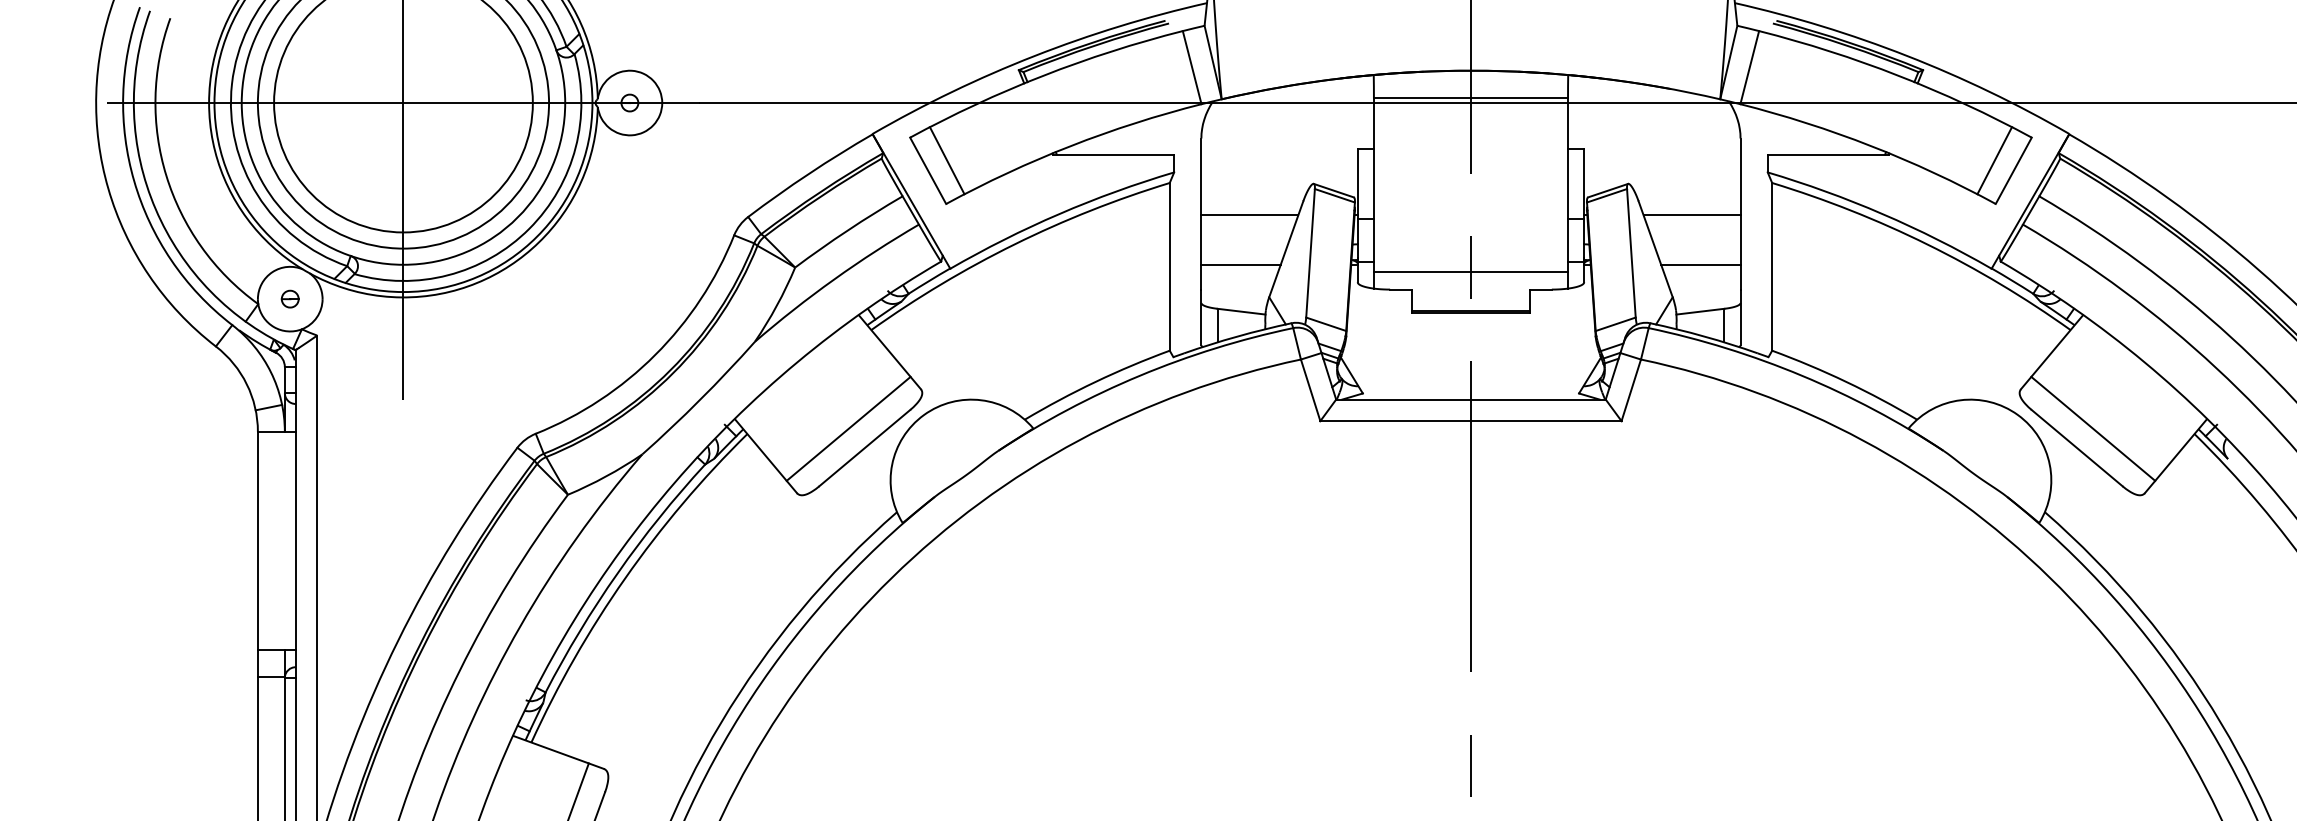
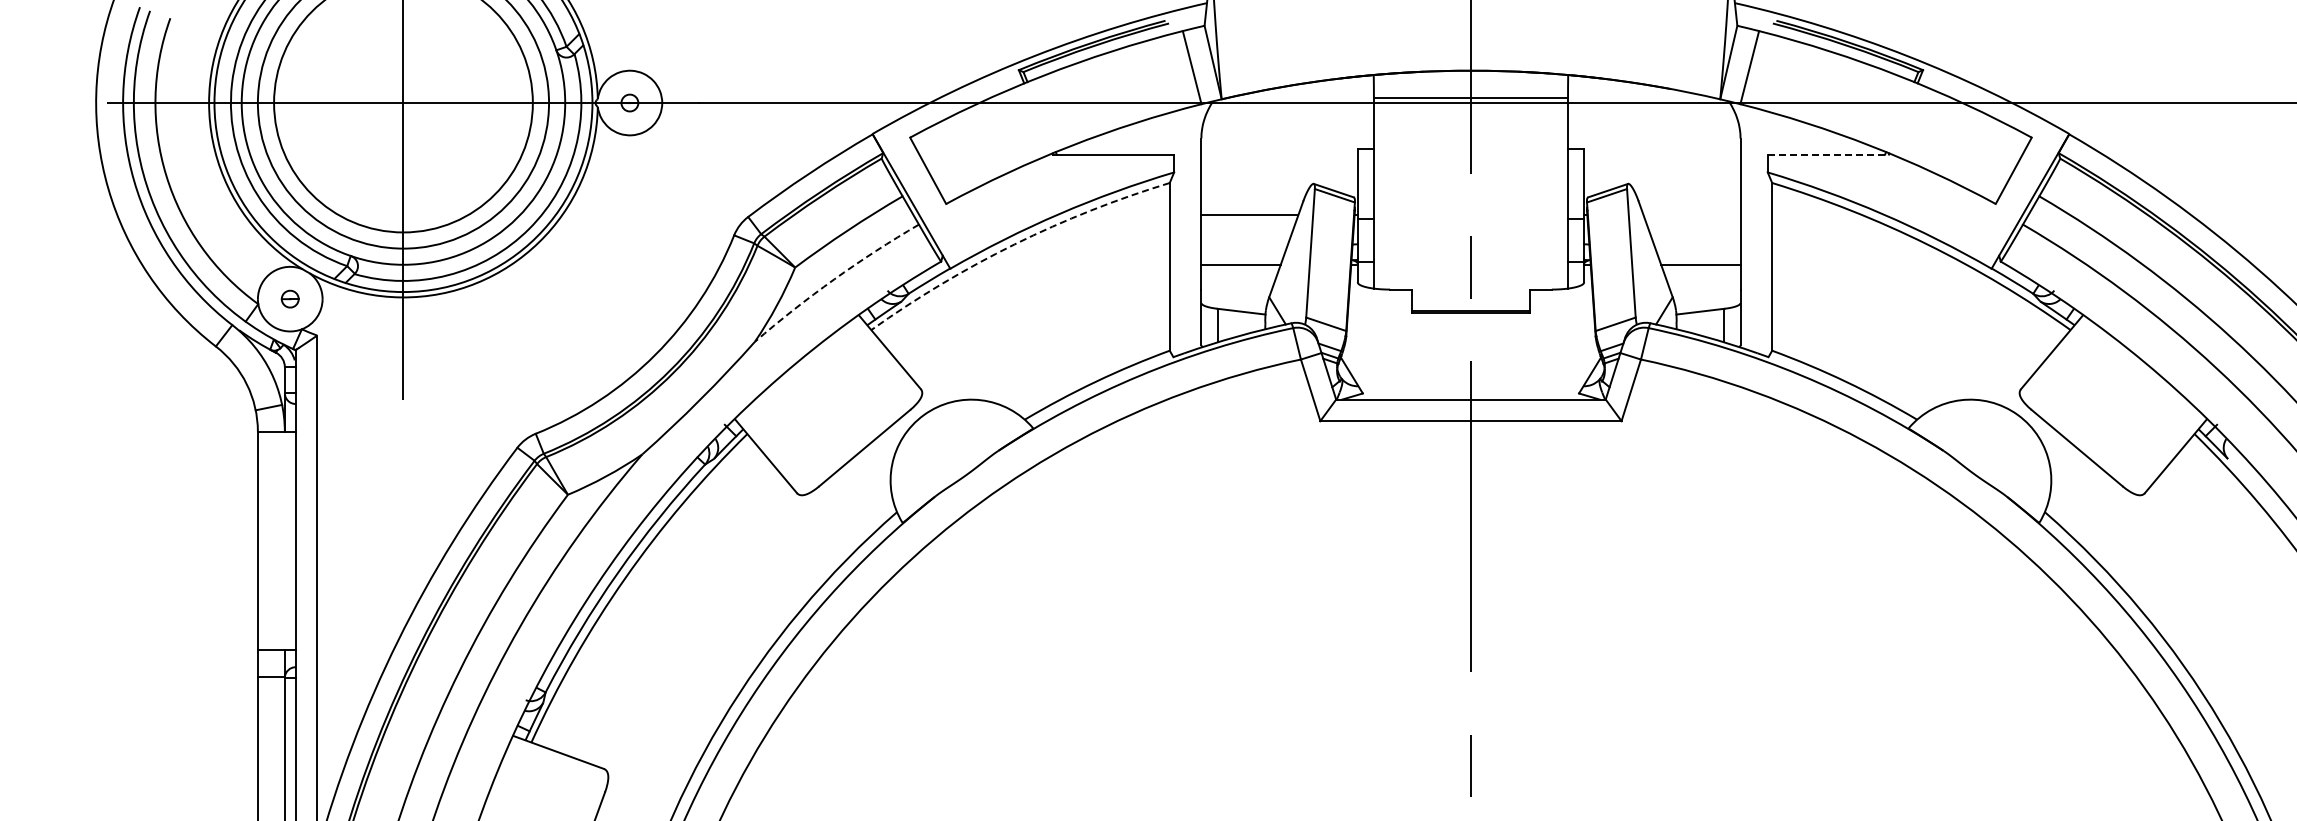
line at (1828, 154): solid -> dashed
line at (946, 160): present -> none
line at (1994, 160): present -> none
line at (1691, 215): present -> none
arc at (1014, 244): solid -> dashed
line at (1470, 272): present -> none
arc at (834, 279): solid -> dashed
line at (848, 428): present -> none
line at (2093, 428): present -> none
line at (578, 790): present -> none
